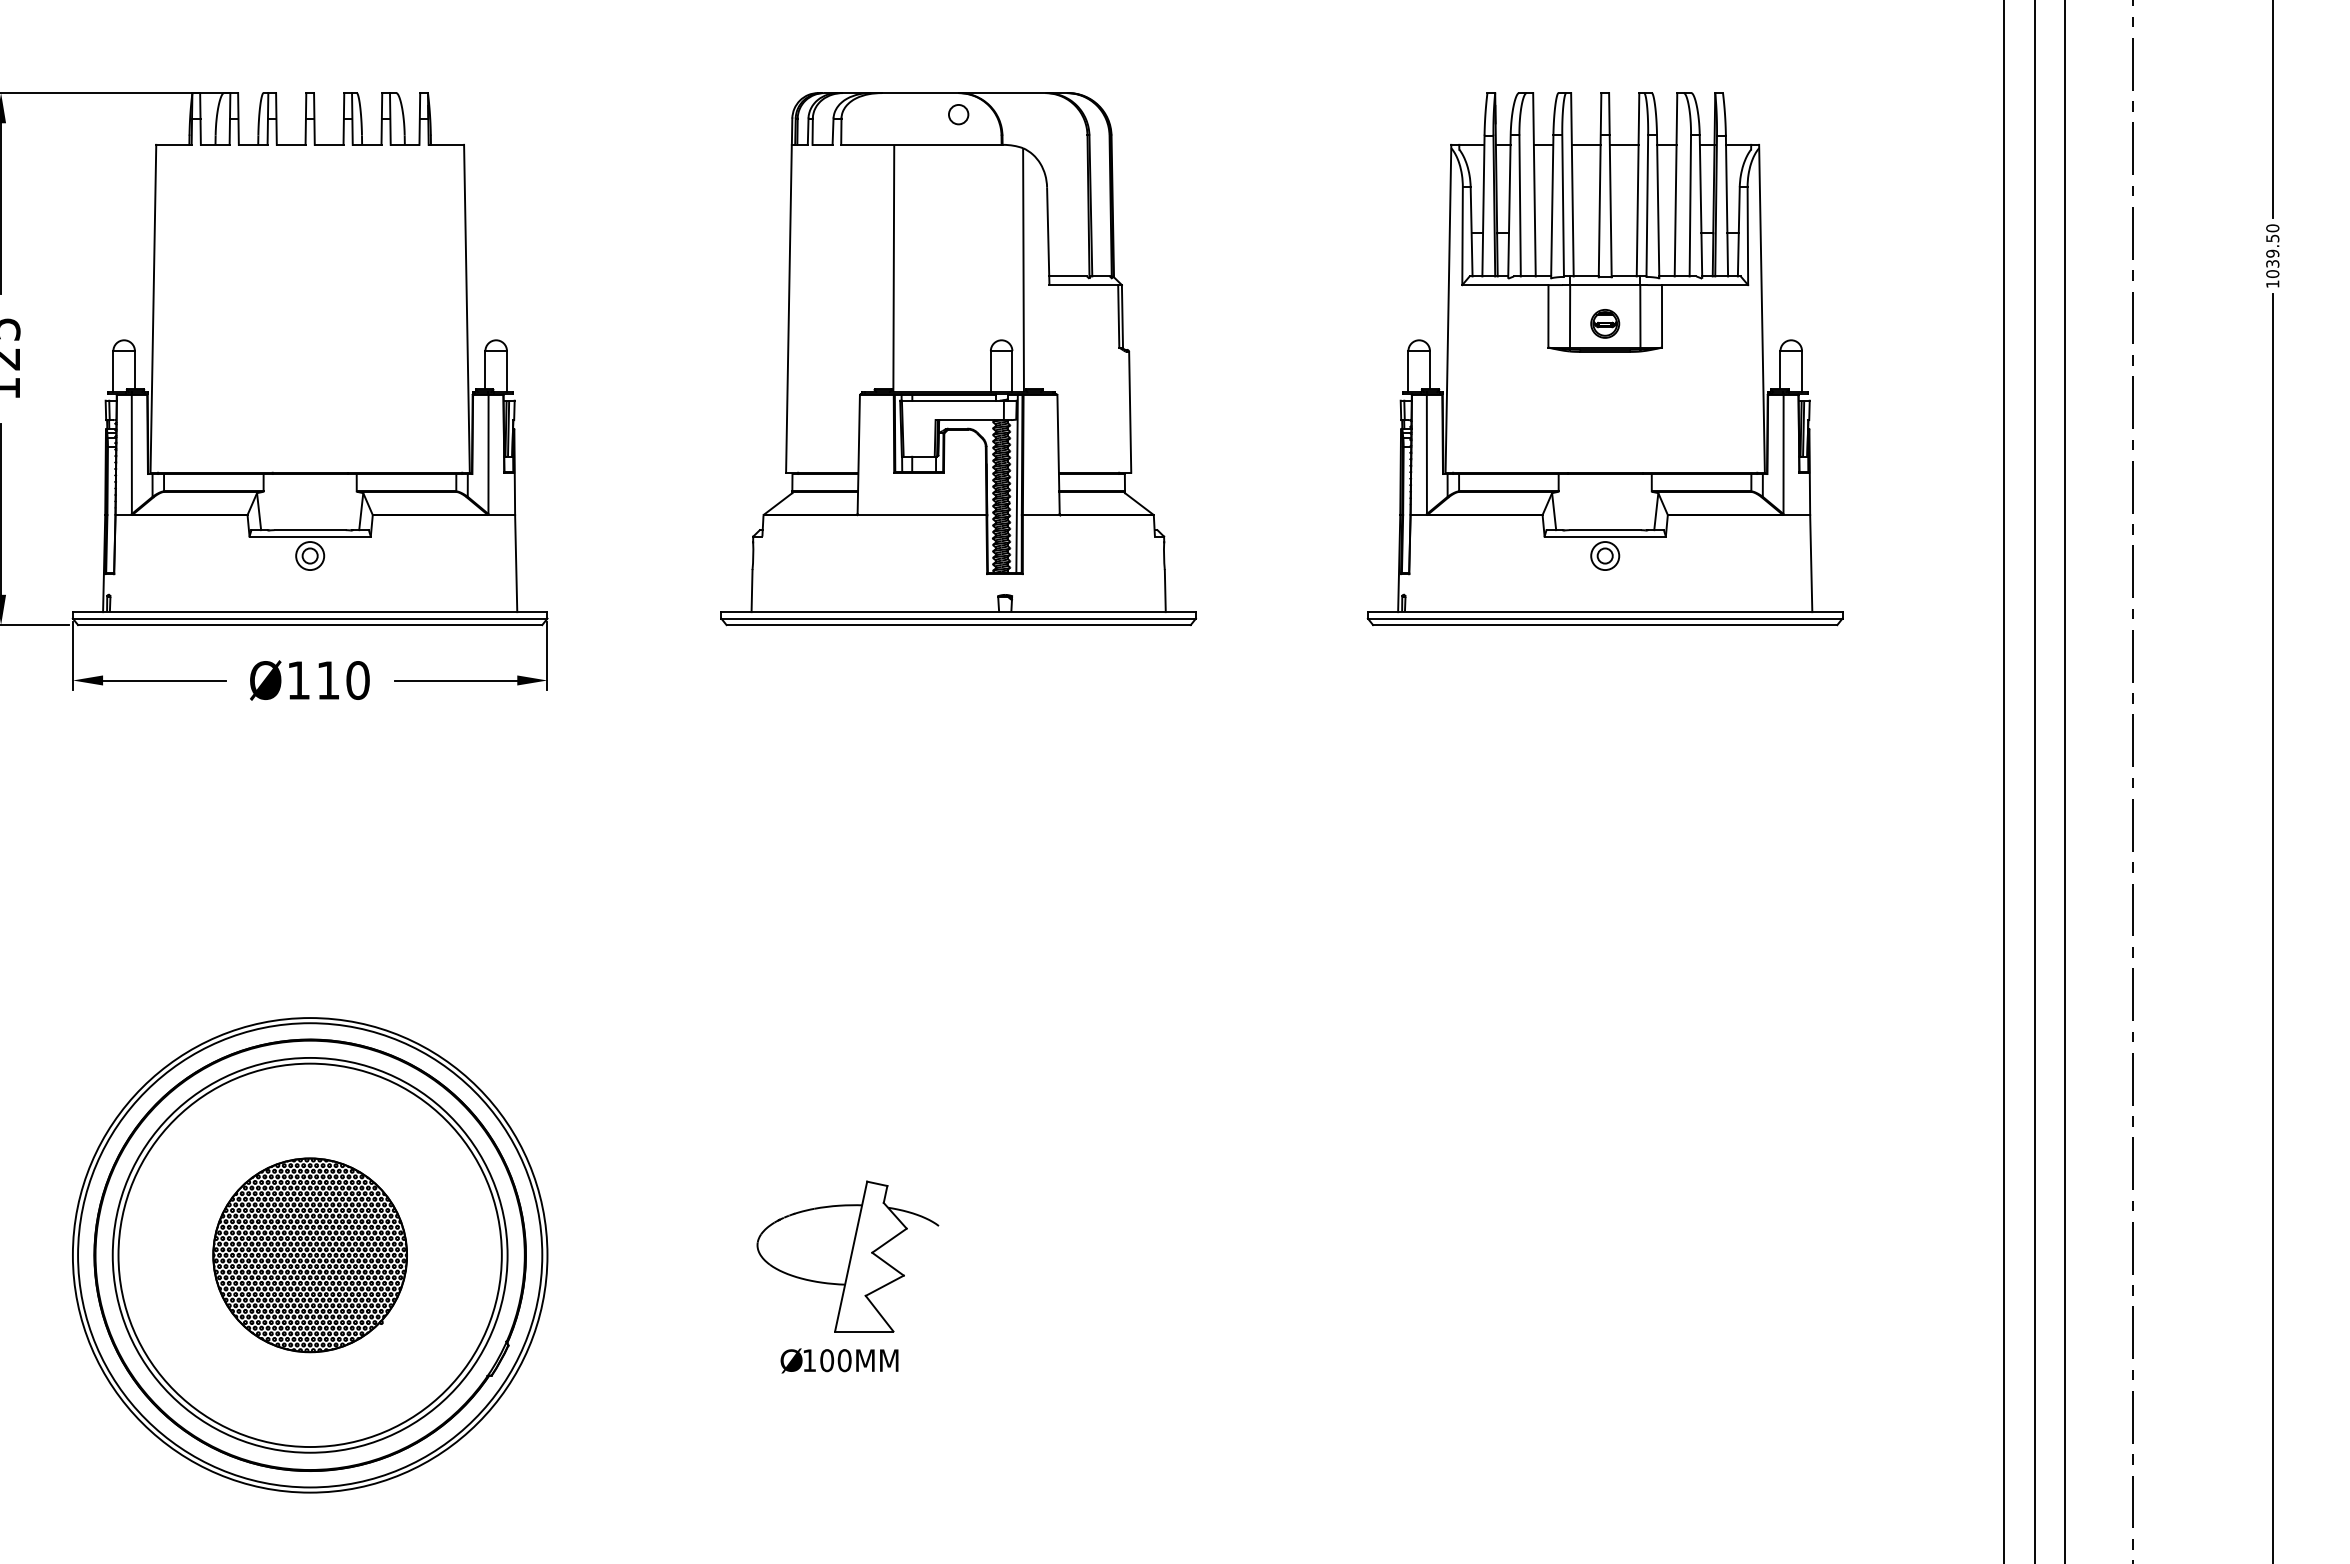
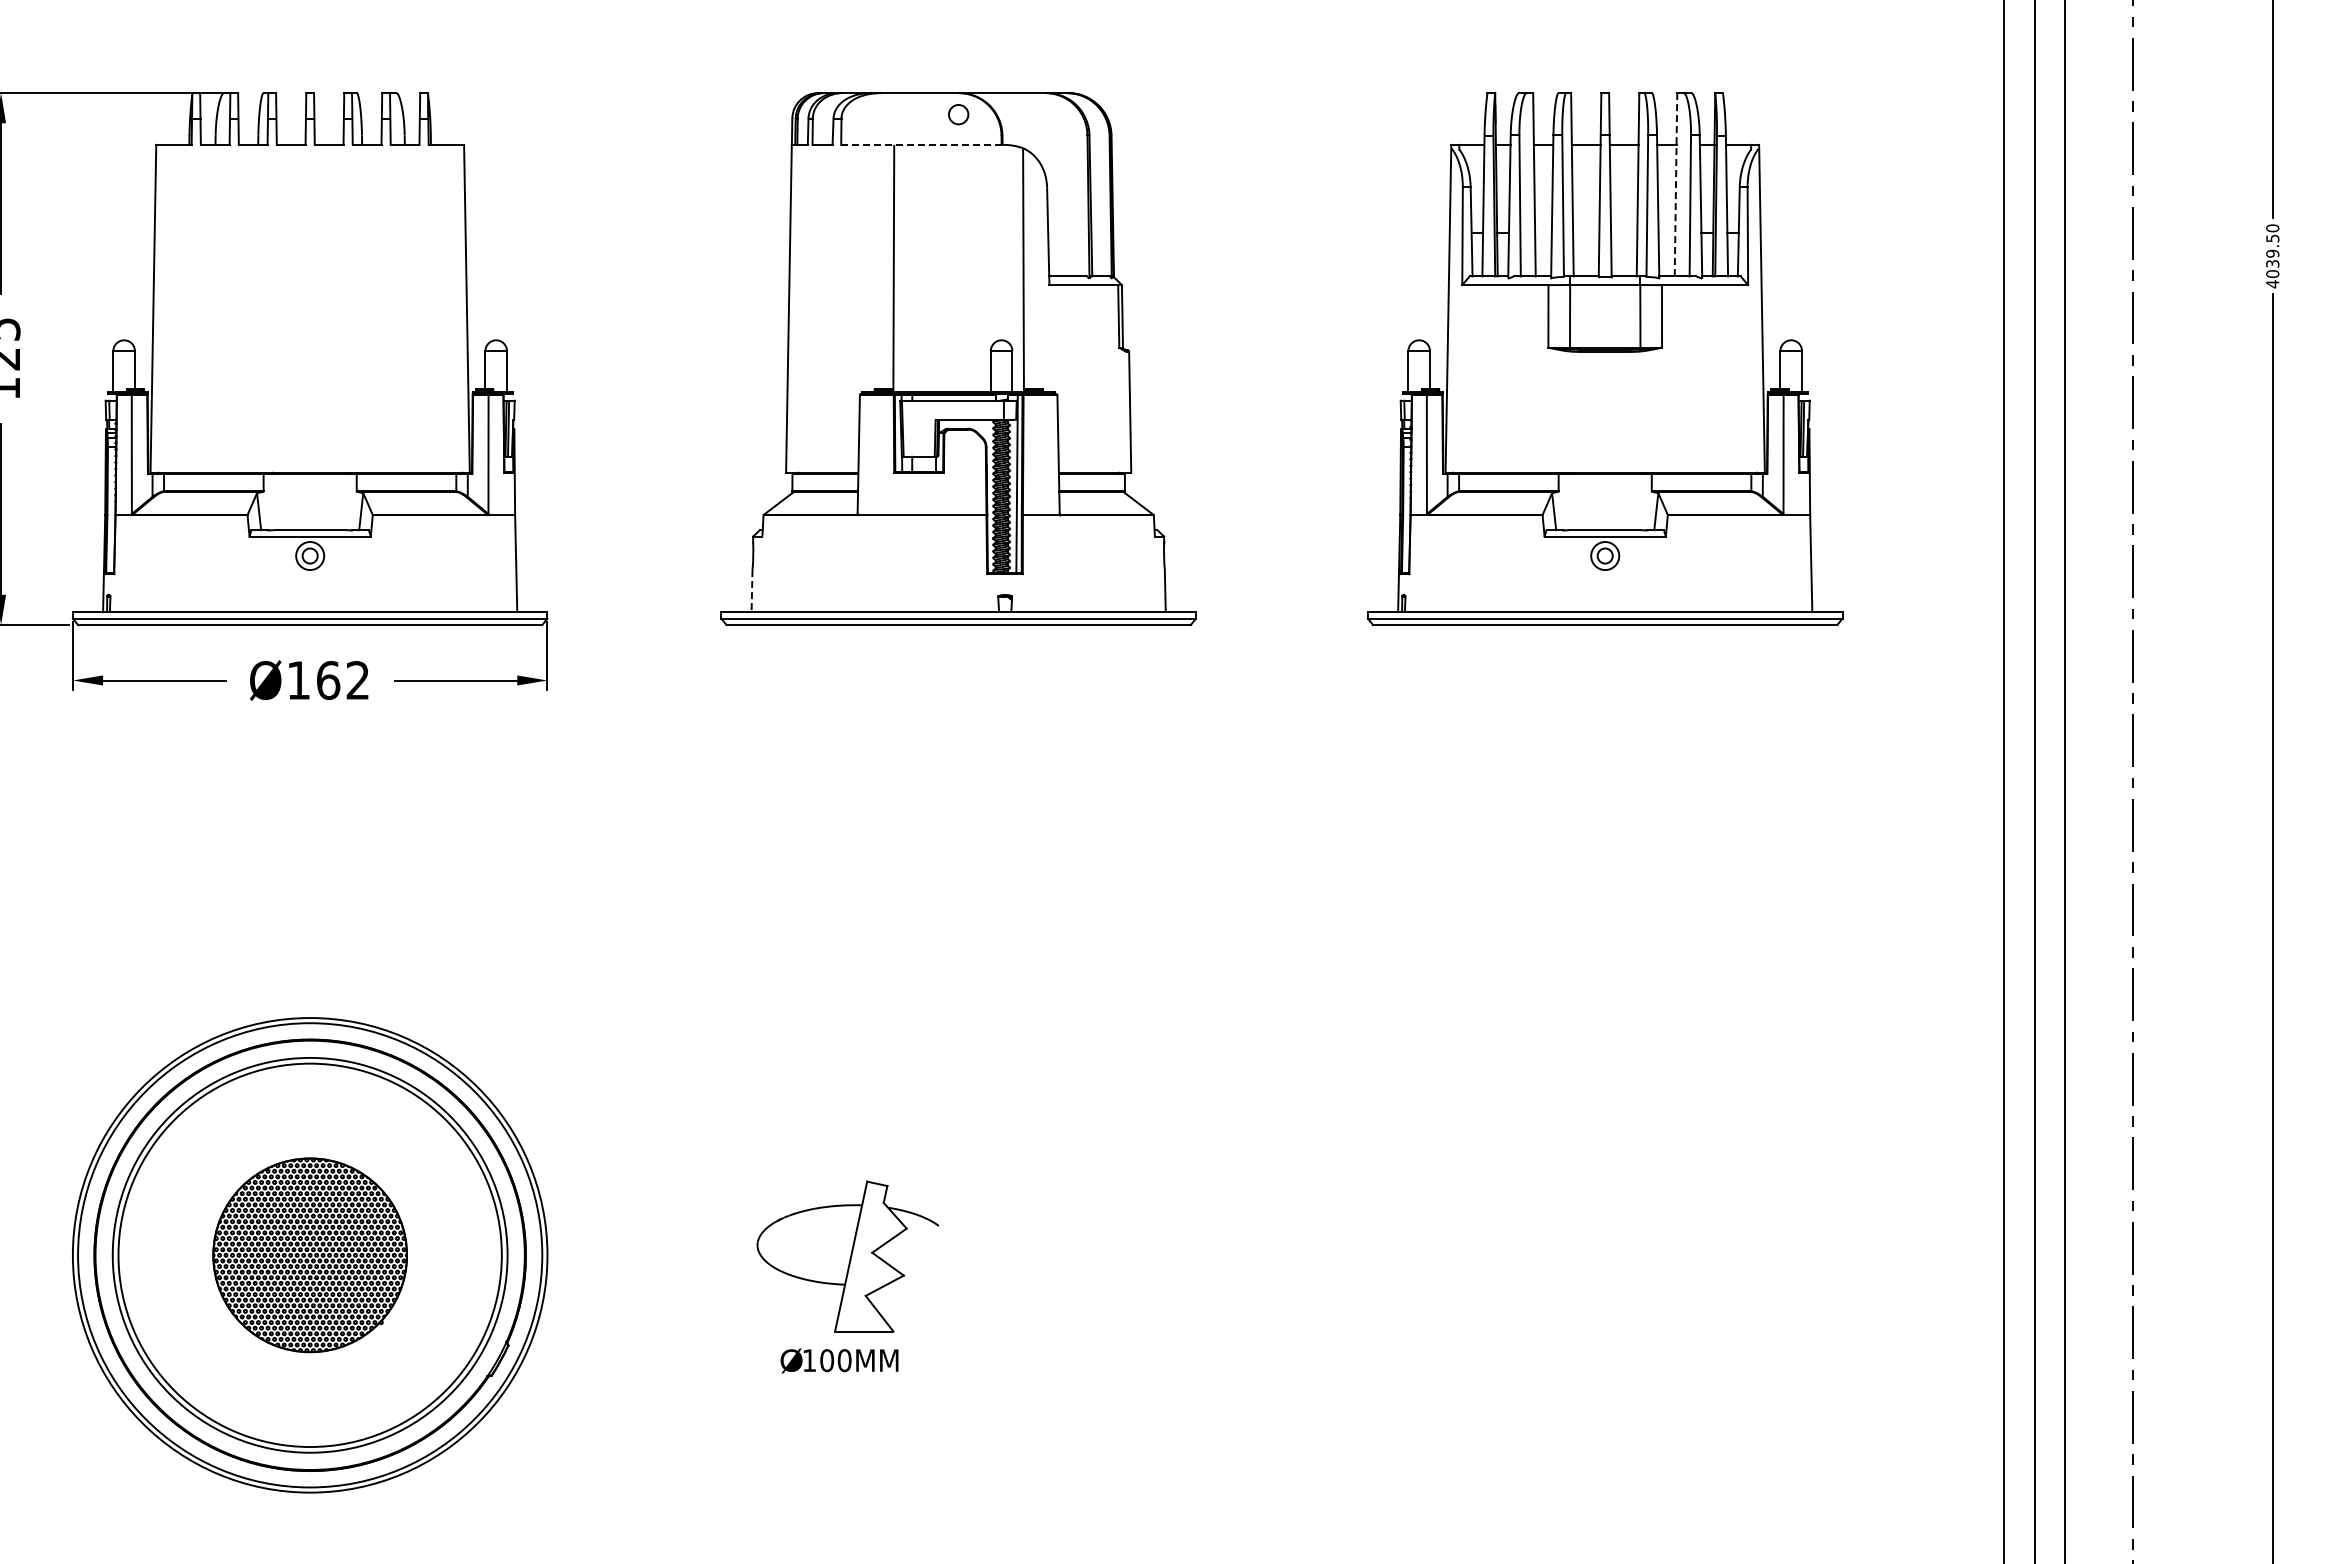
line at (922, 144): solid -> dashed
line at (1676, 184): solid -> dashed
text at (2272, 284): 1039.50 -> 4039.50
part at (1605, 323): present -> none
line at (752, 591): solid -> dashed
text at (343, 680): Ø110 -> Ø162
